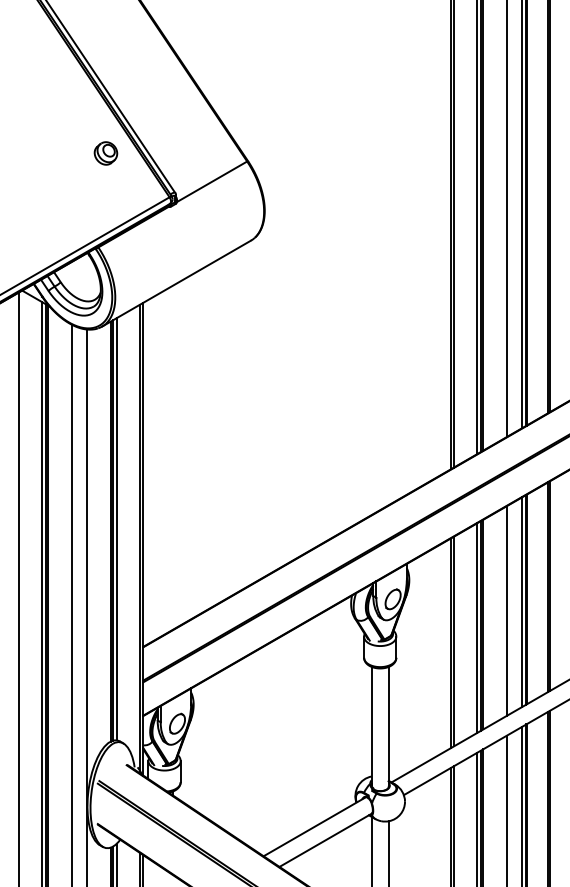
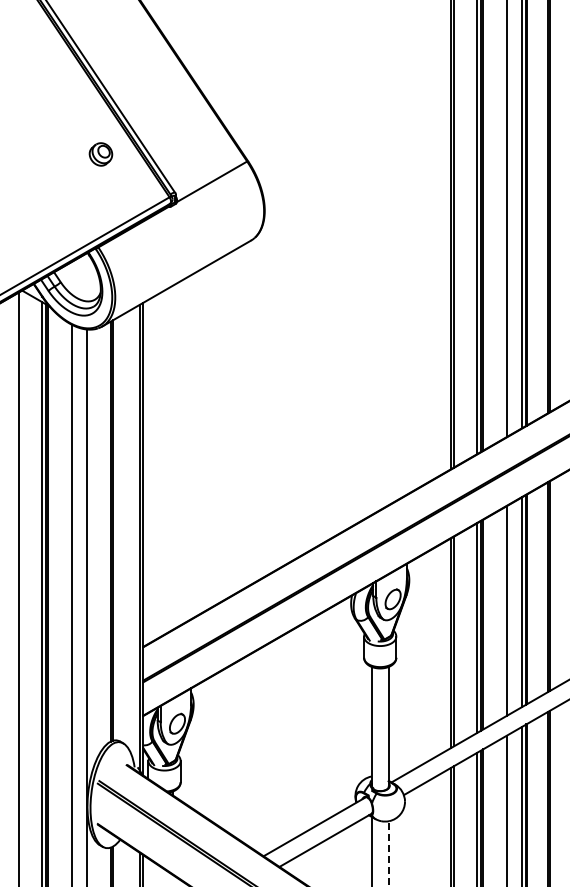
part at (105, 153) position: (105, 153) -> (100, 154)
line at (116, 529): present -> none
line at (388, 853): solid -> dashed
line at (116, 863): present -> none
